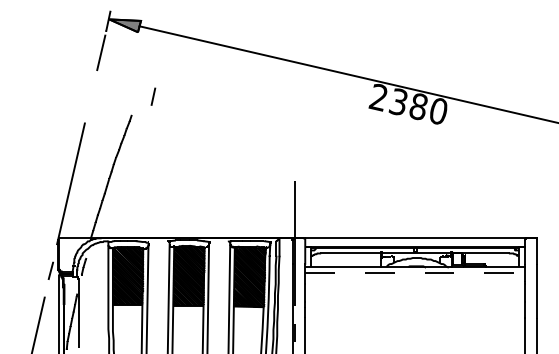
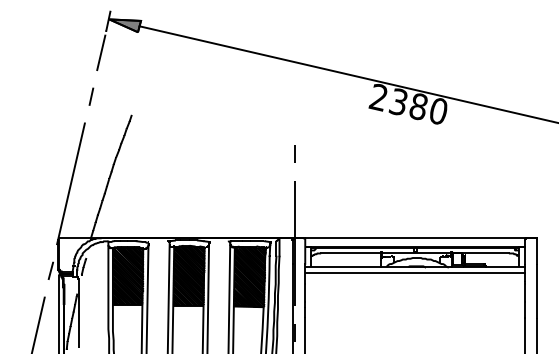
line at (153, 96) position: (153, 96) -> (91, 96)
line at (294, 153): none -> present
line at (415, 273): dashed -> solid
